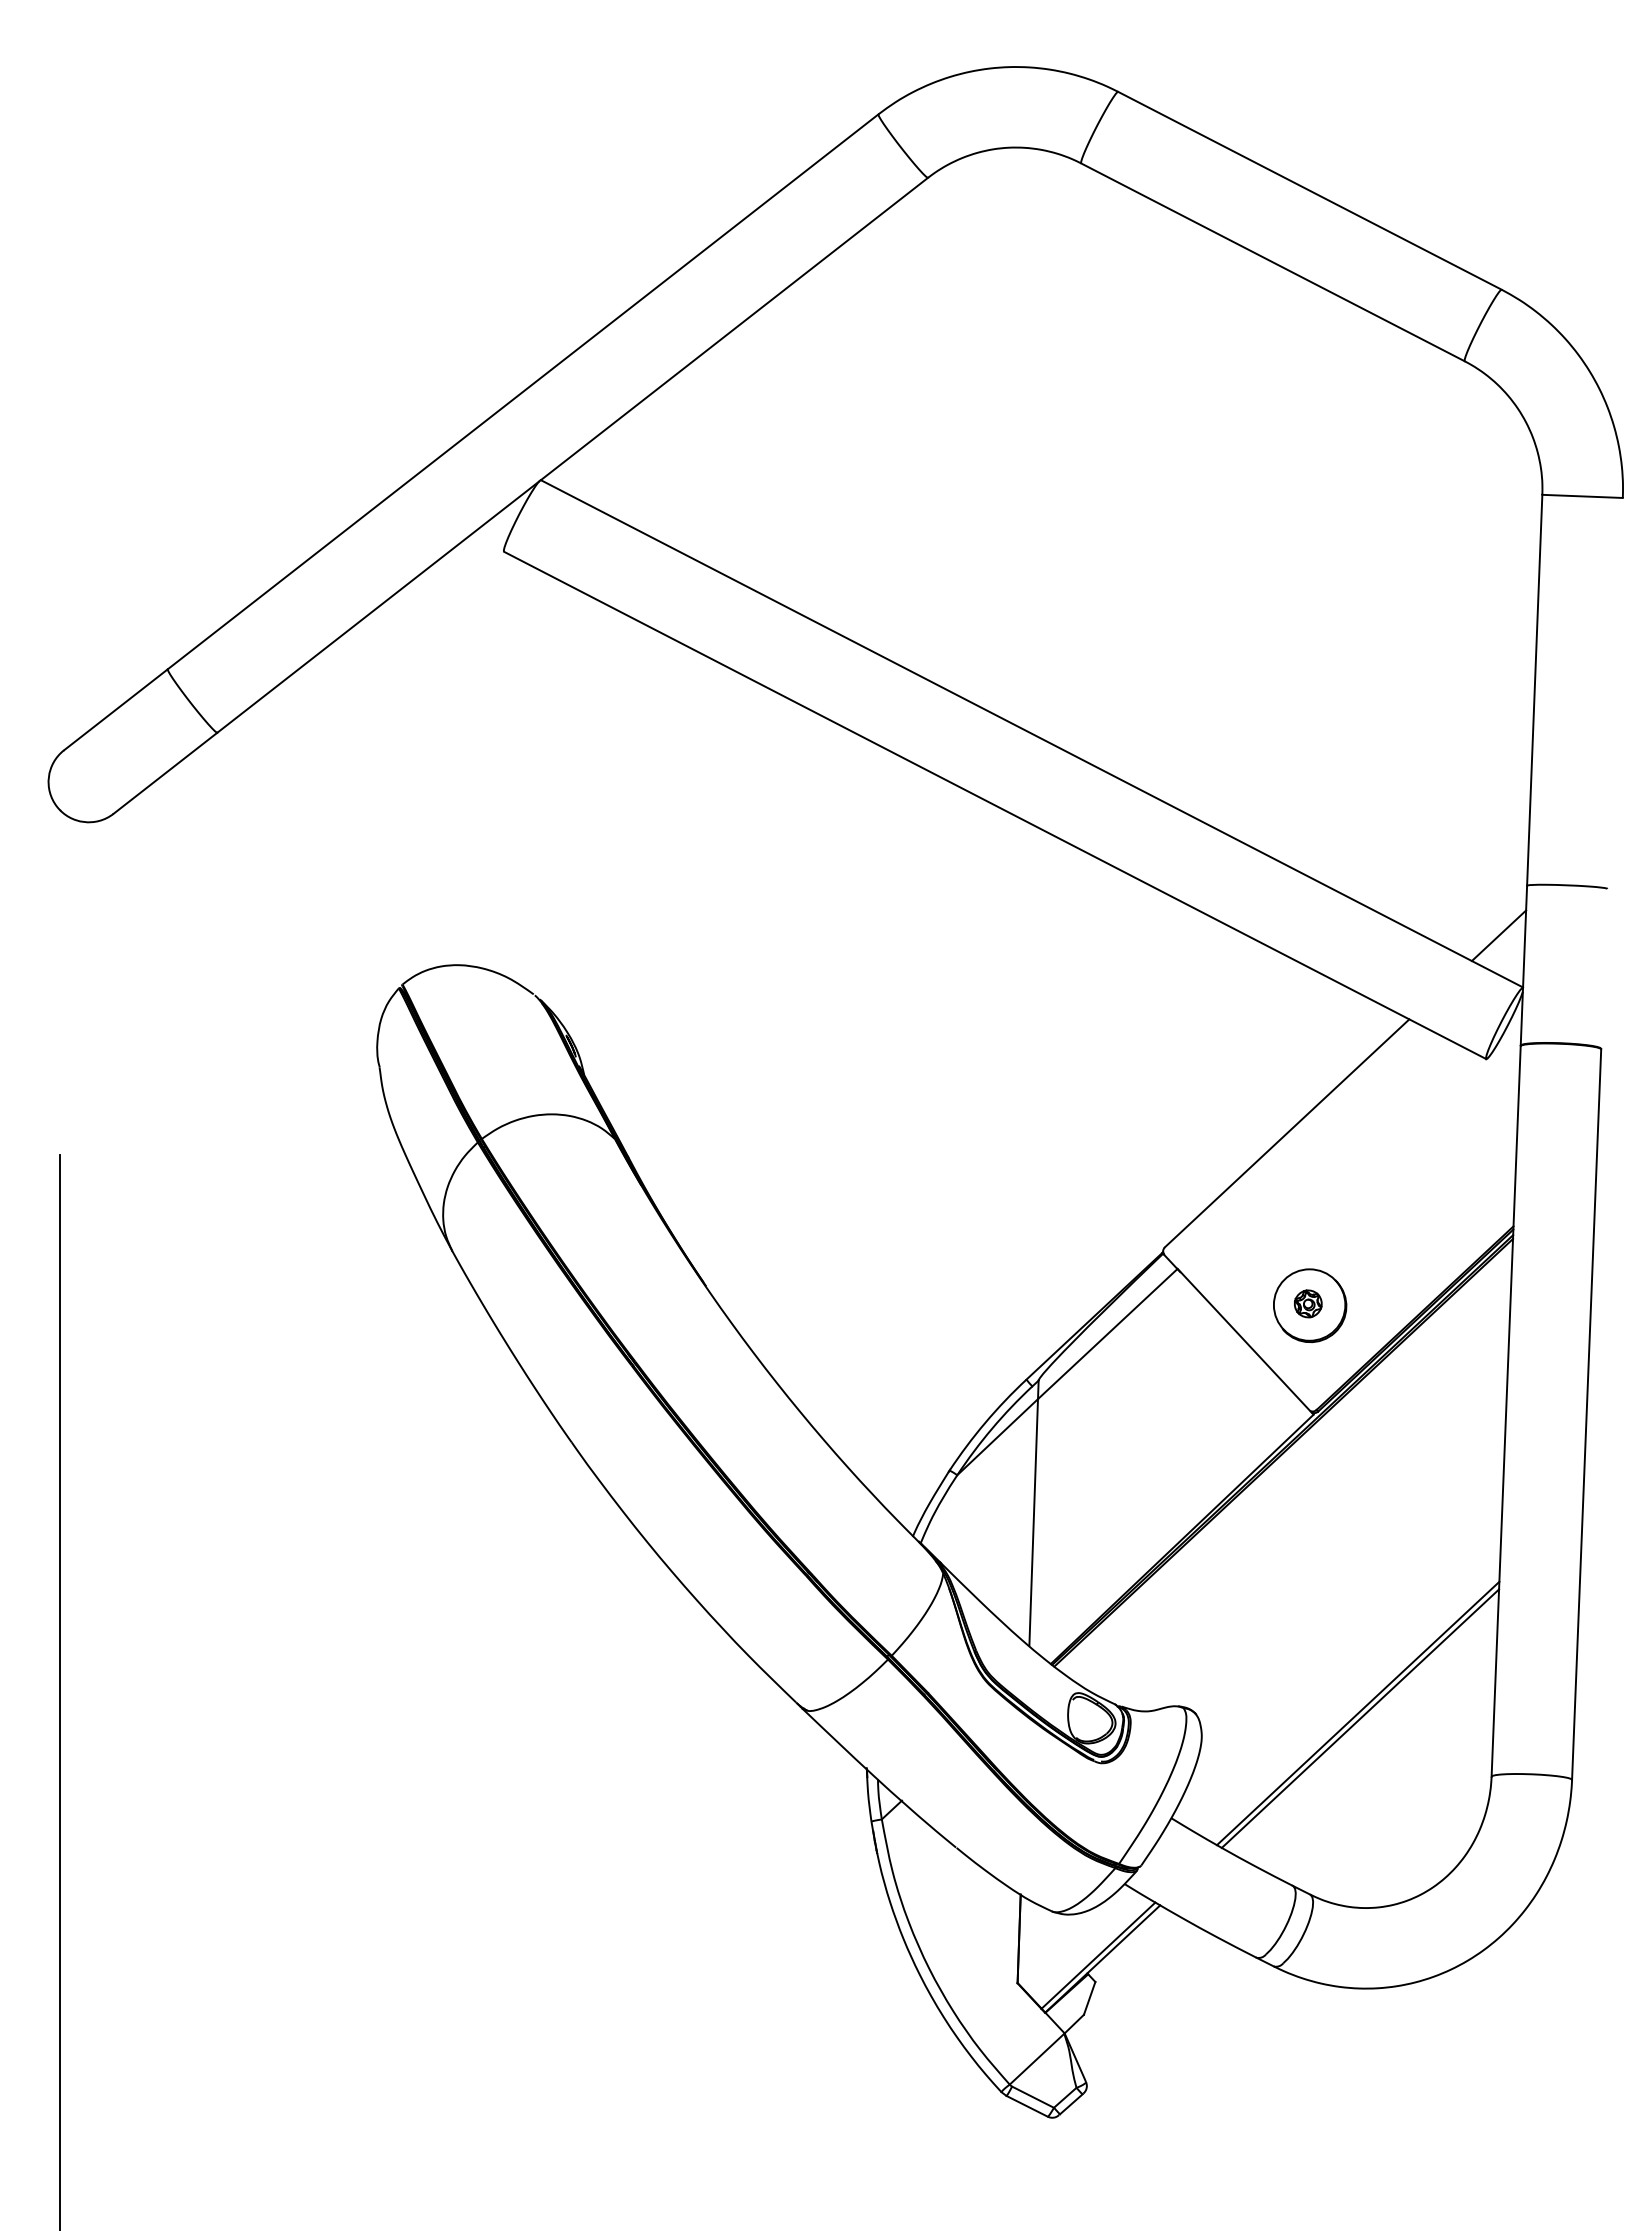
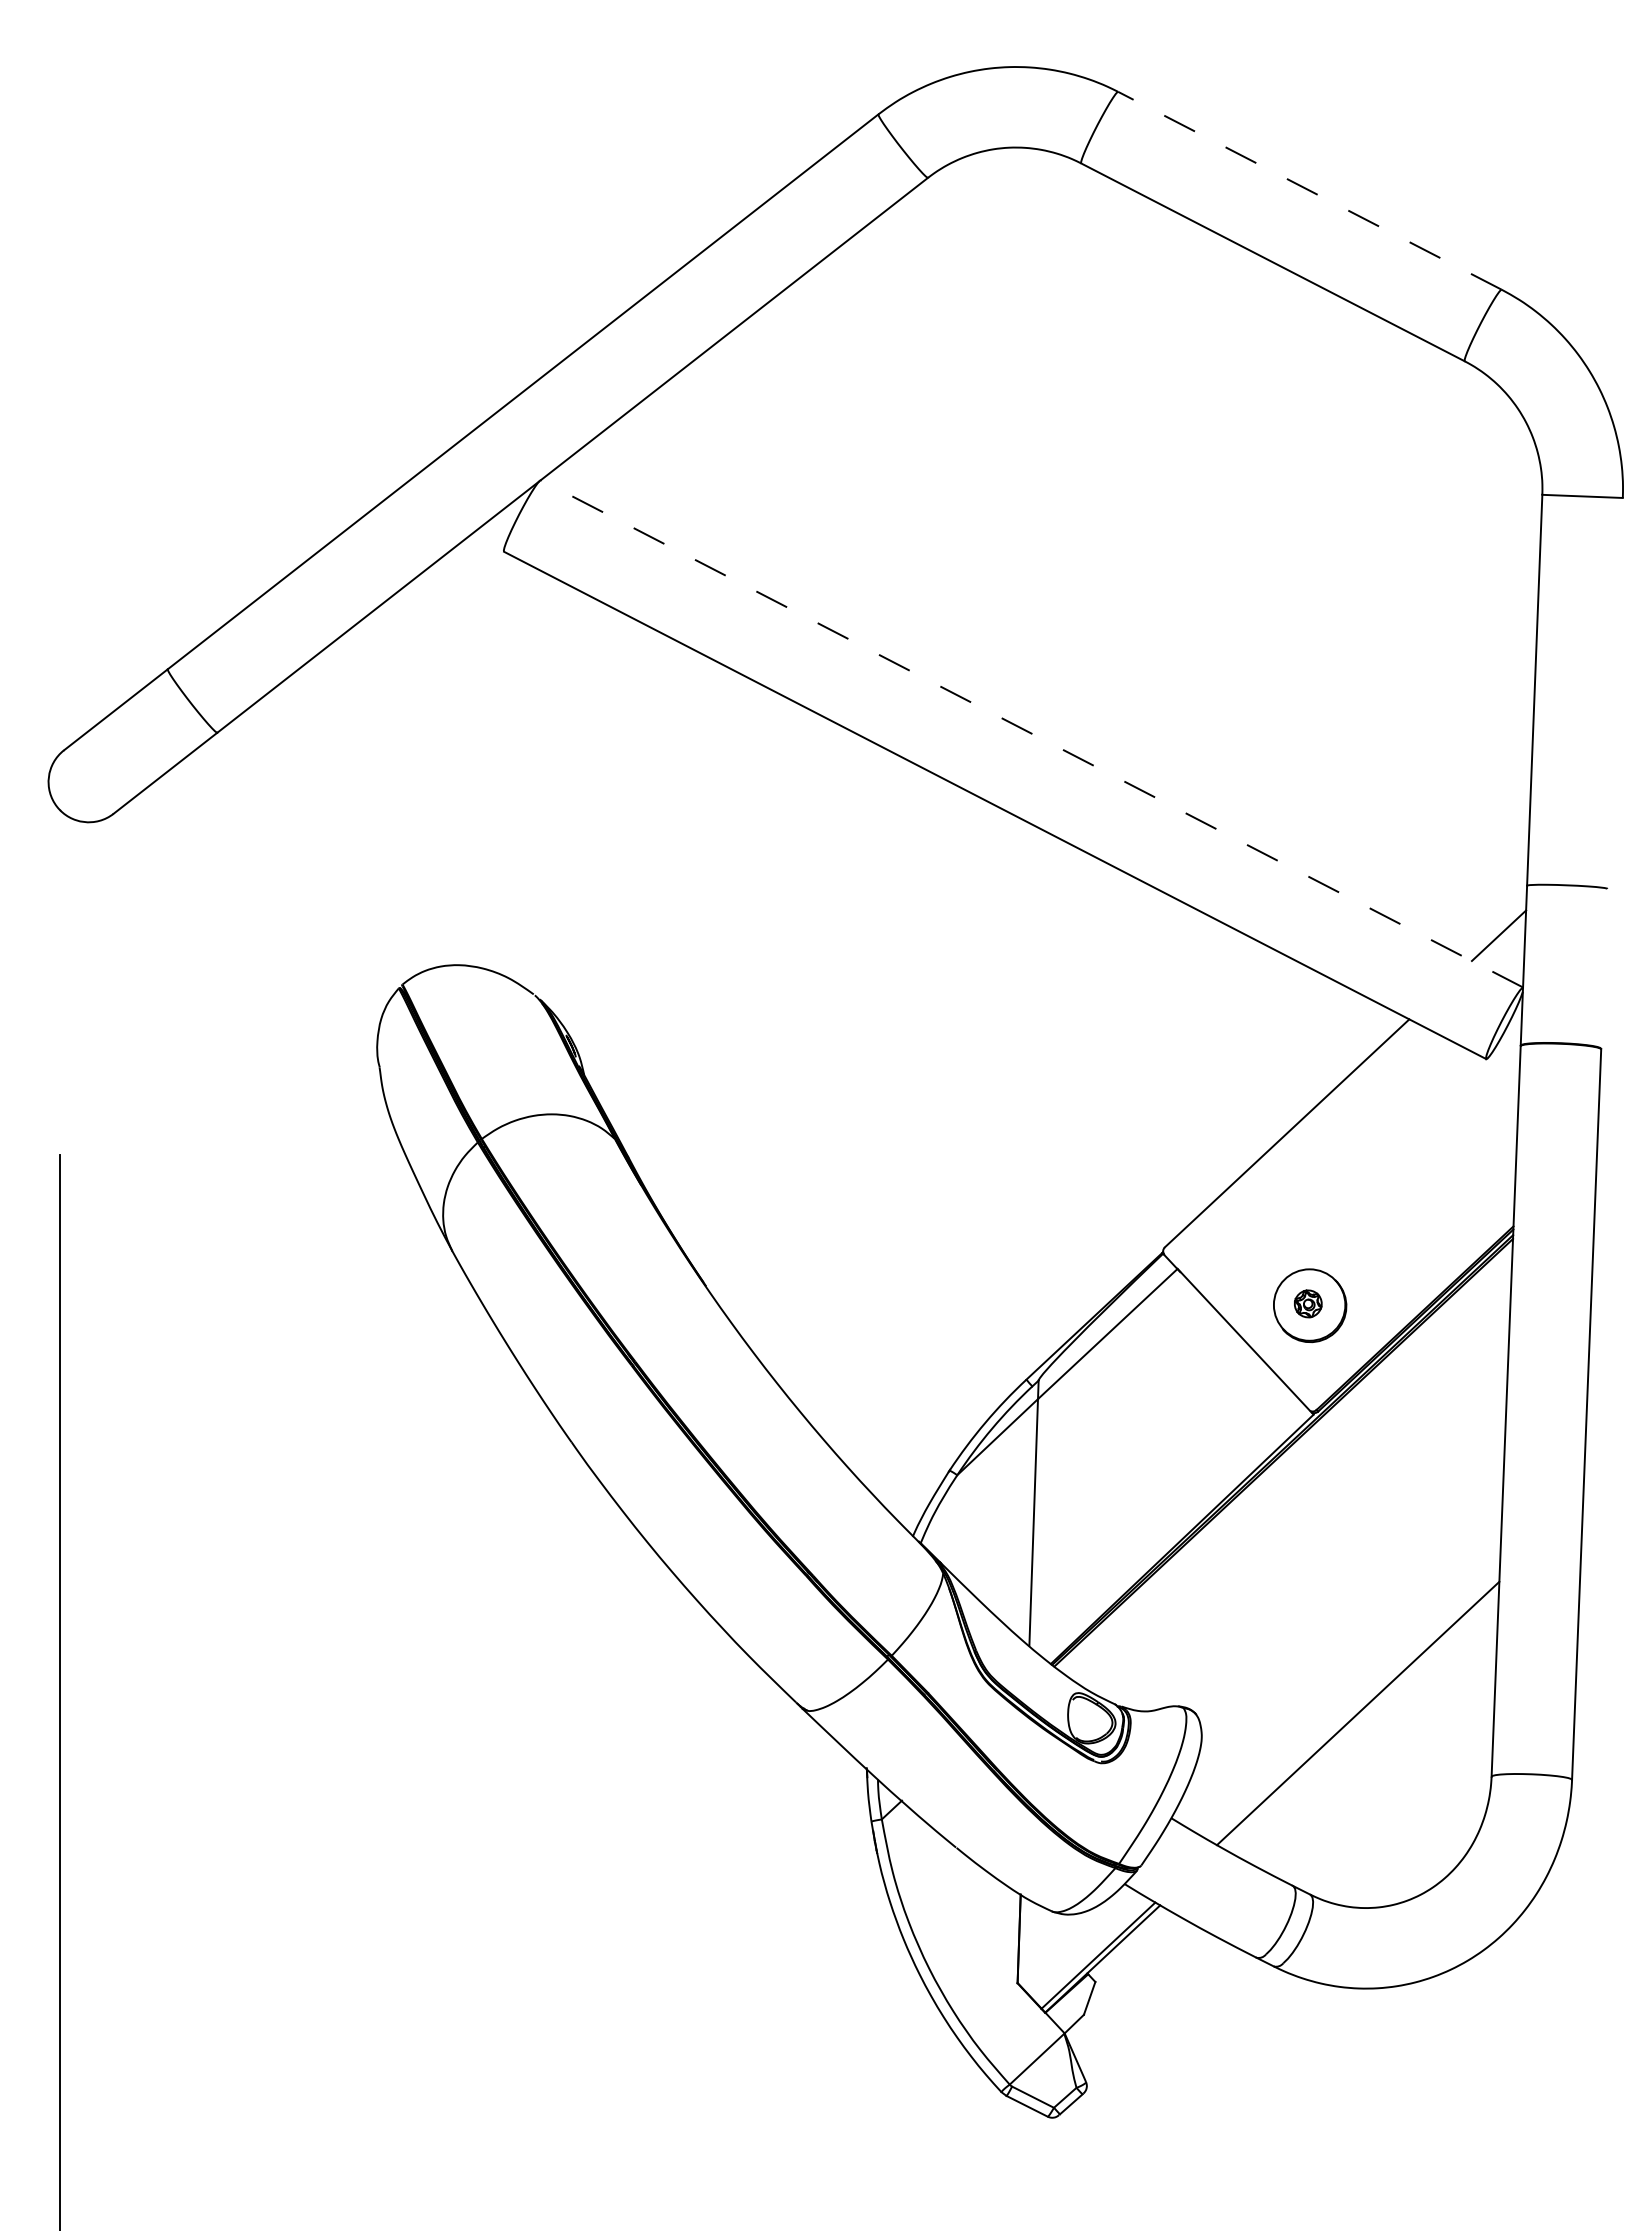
line at (1309, 190): solid -> dashed
line at (1032, 733): solid -> dashed
line at (1360, 1718): present -> none
